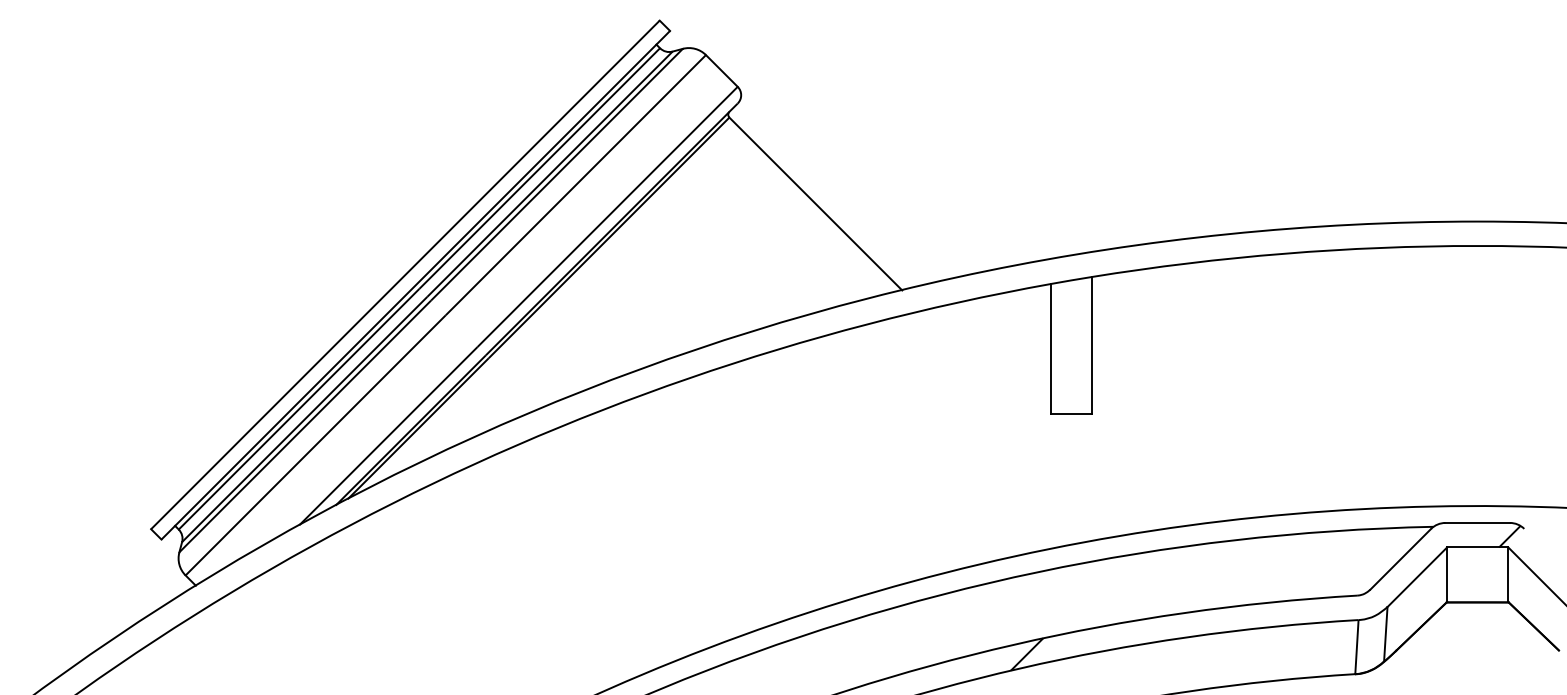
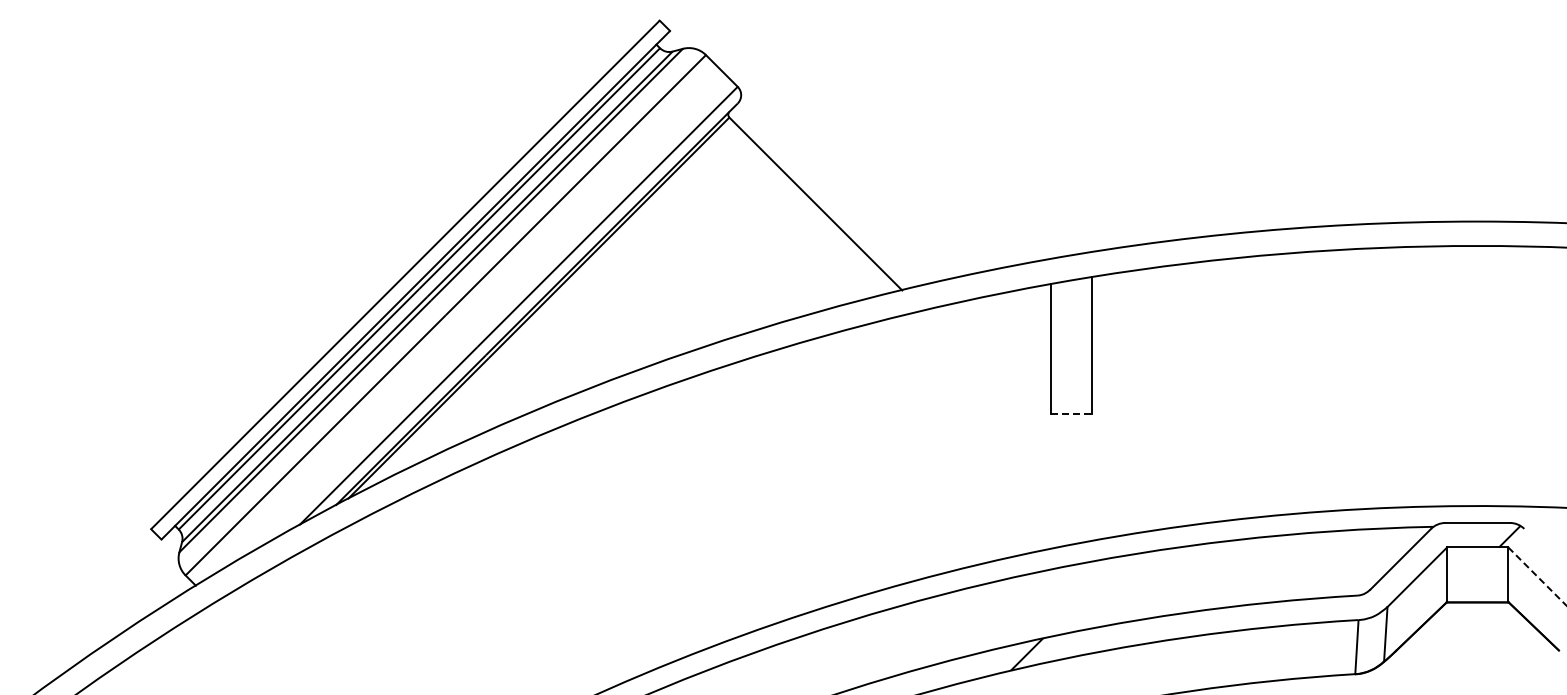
line at (1071, 414): solid -> dashed
line at (1537, 576): solid -> dashed
